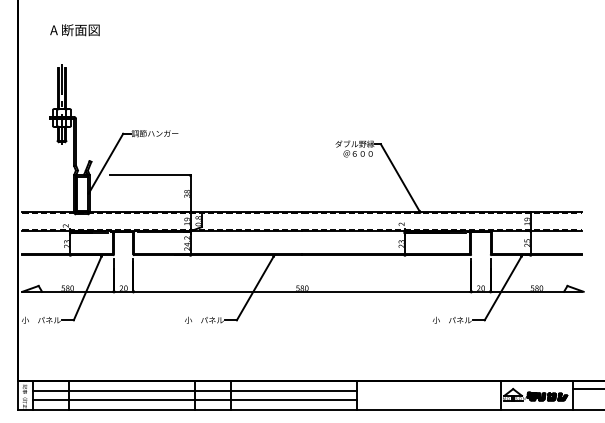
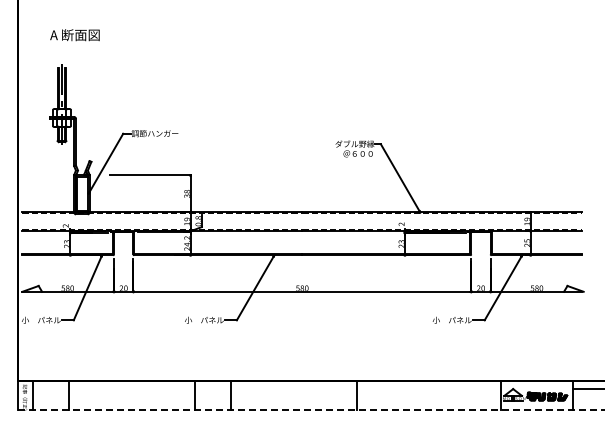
text at (74, 30) position: (74, 30) -> (74, 35)
line at (194, 390): present -> none
line at (194, 399): present -> none
line at (311, 410): solid -> dashed
